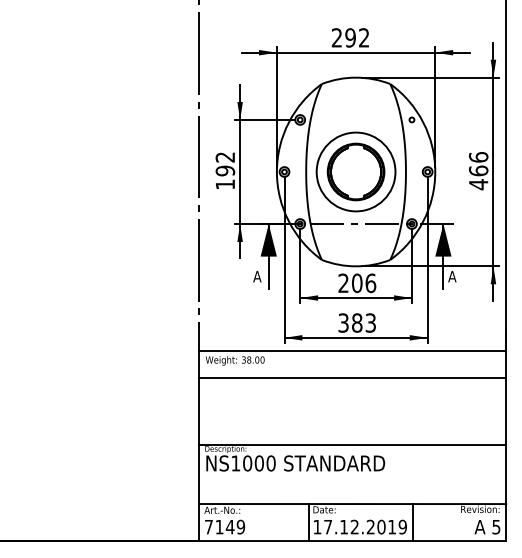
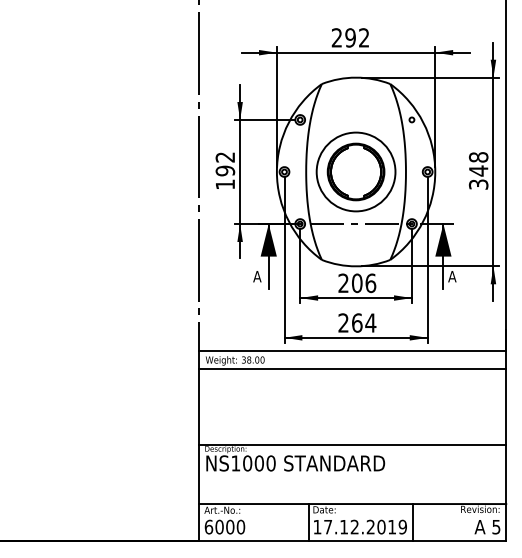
text at (478, 171): 466 -> 348
text at (357, 322): 383 -> 264
line at (352, 377) position: (352, 377) -> (352, 368)
text at (224, 526): 7149 -> 6000
